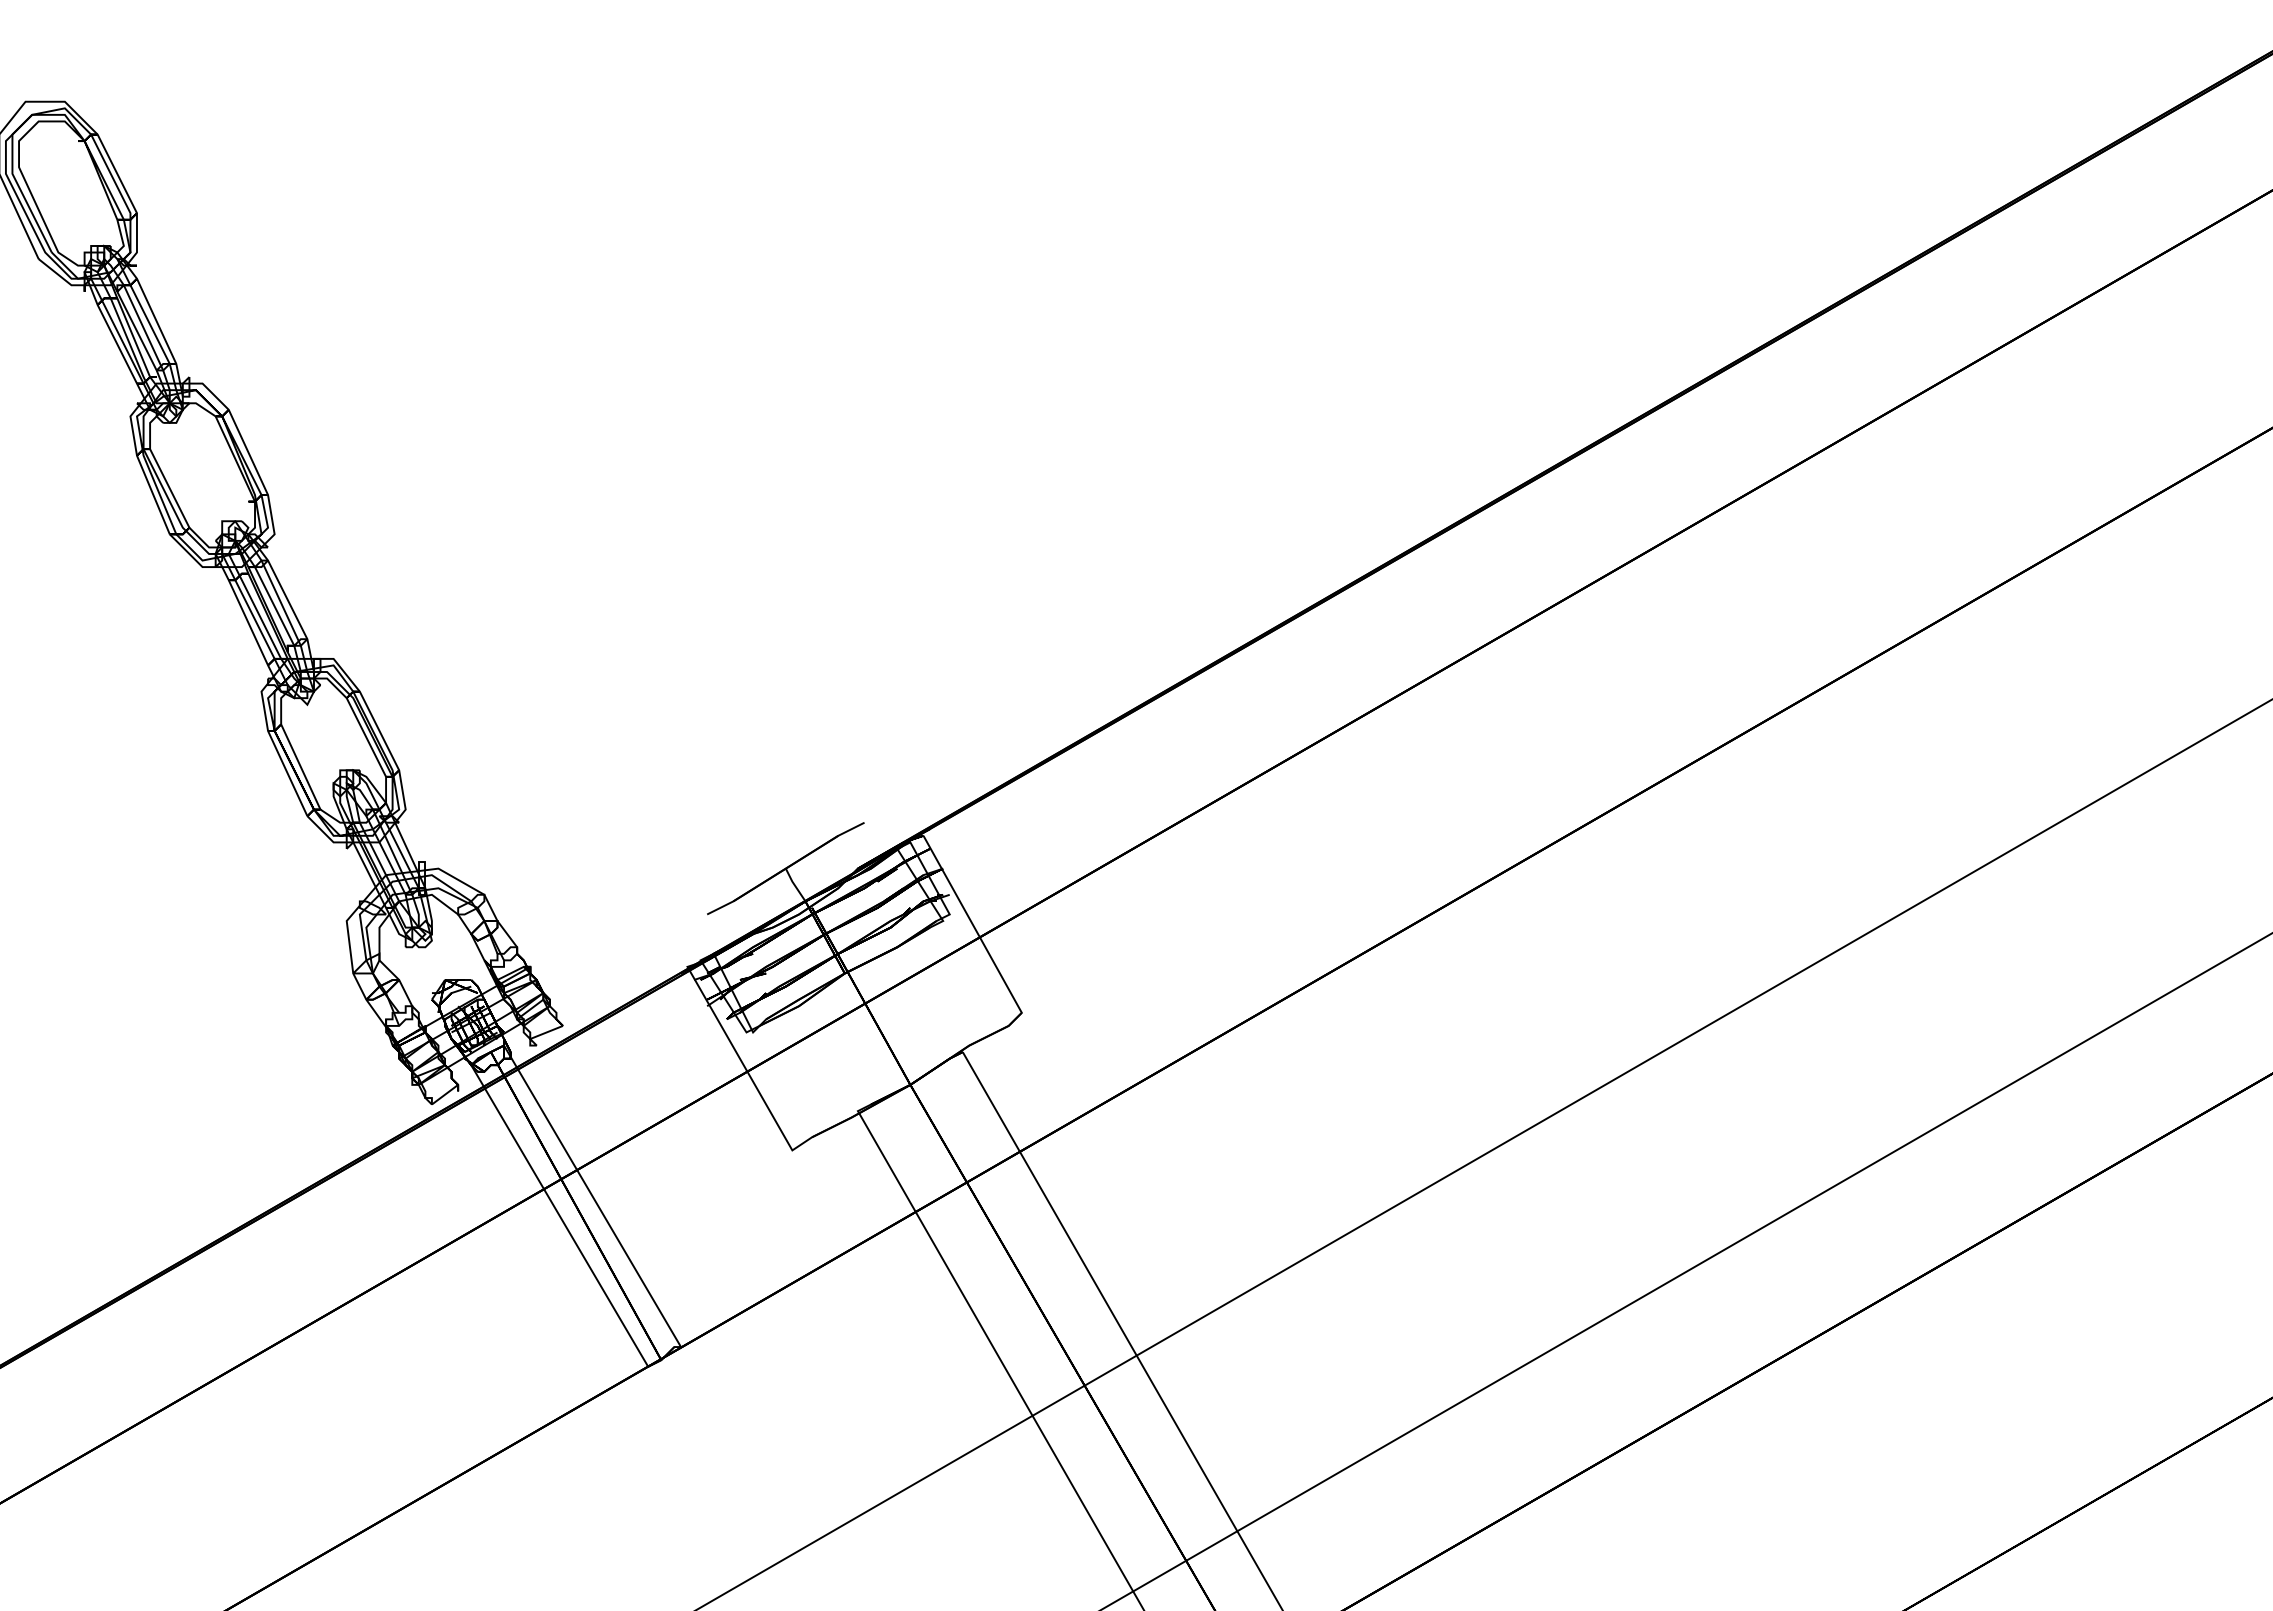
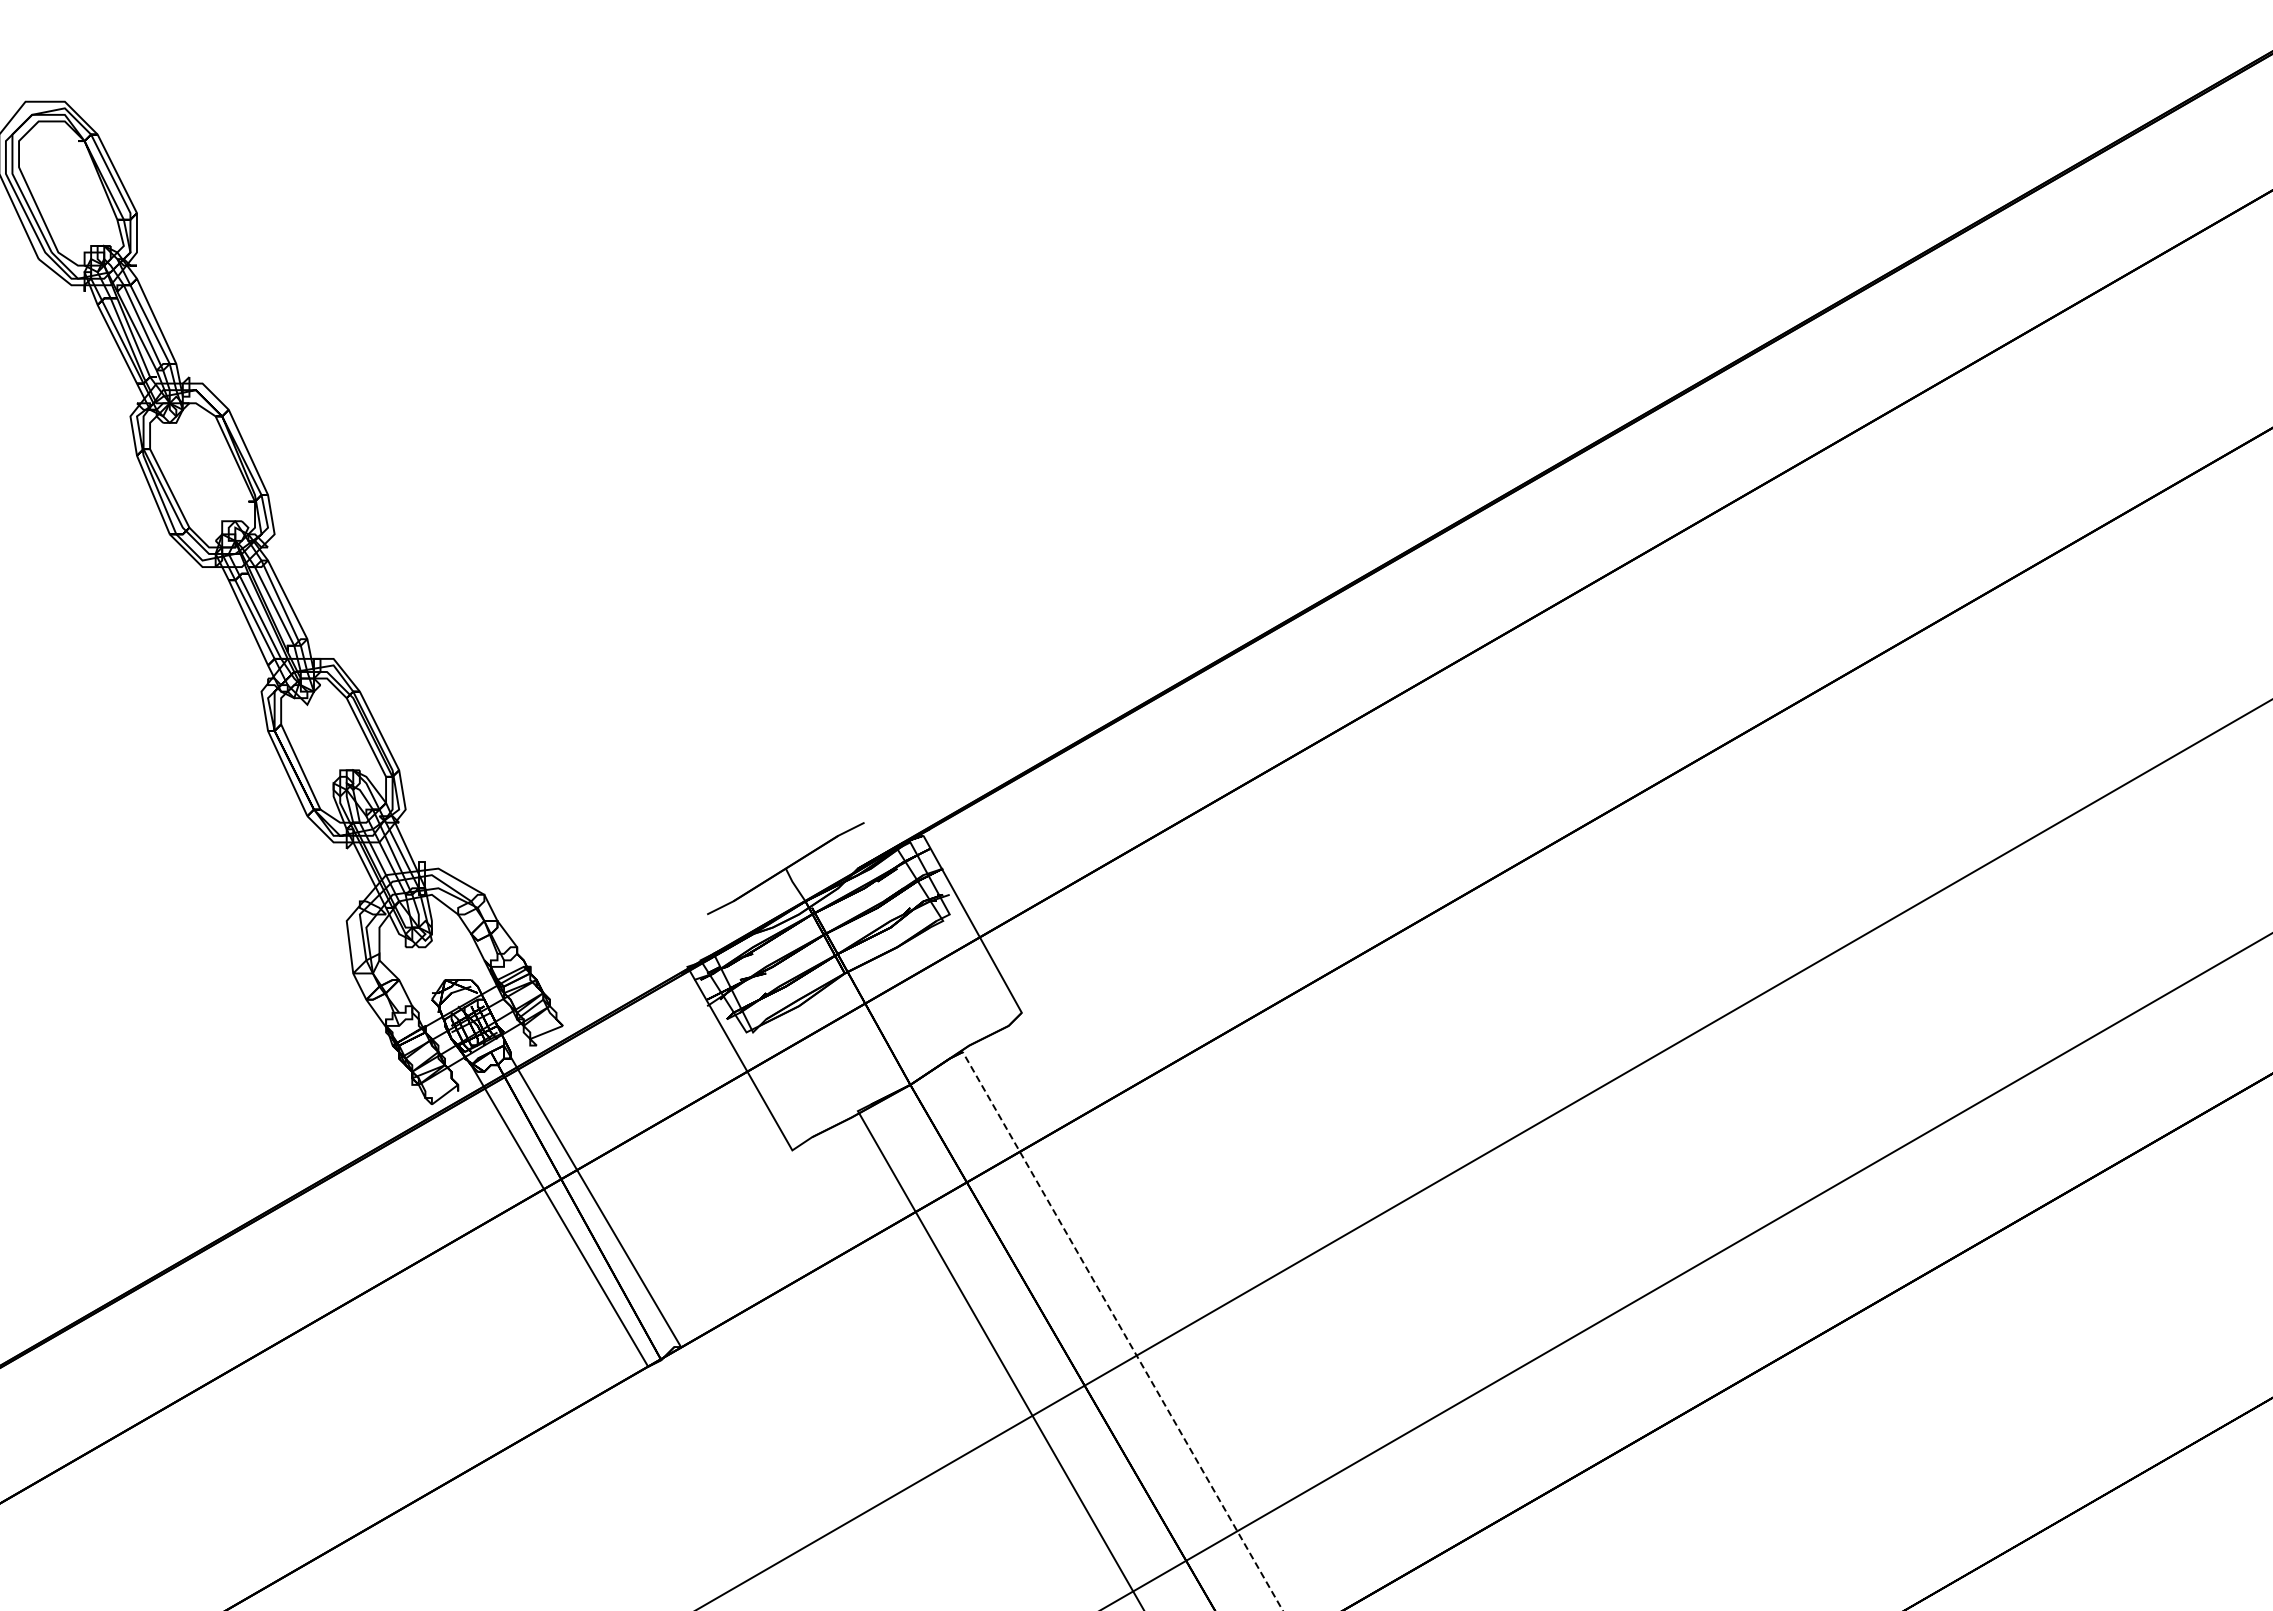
line at (1122, 1331): solid -> dashed
